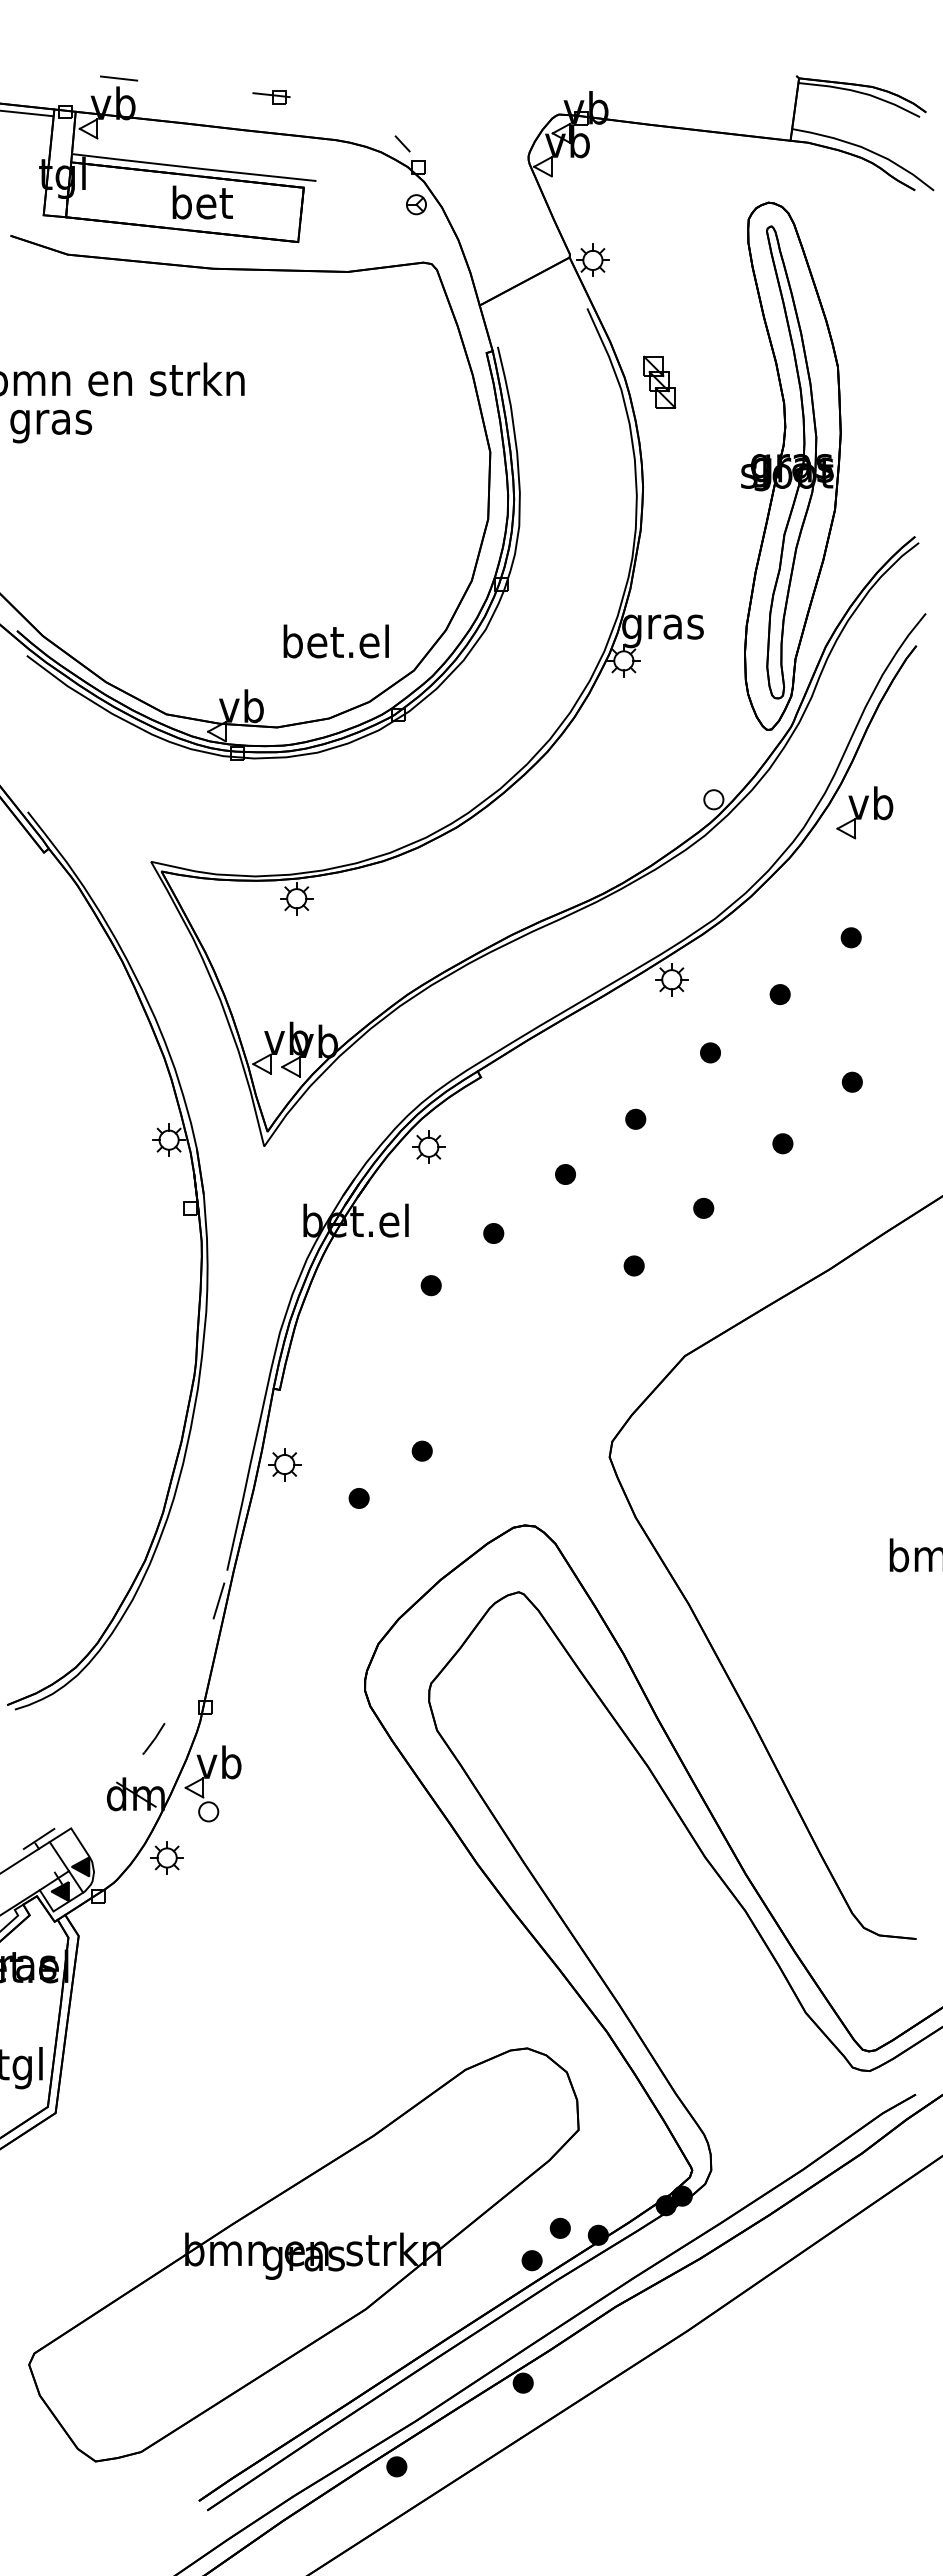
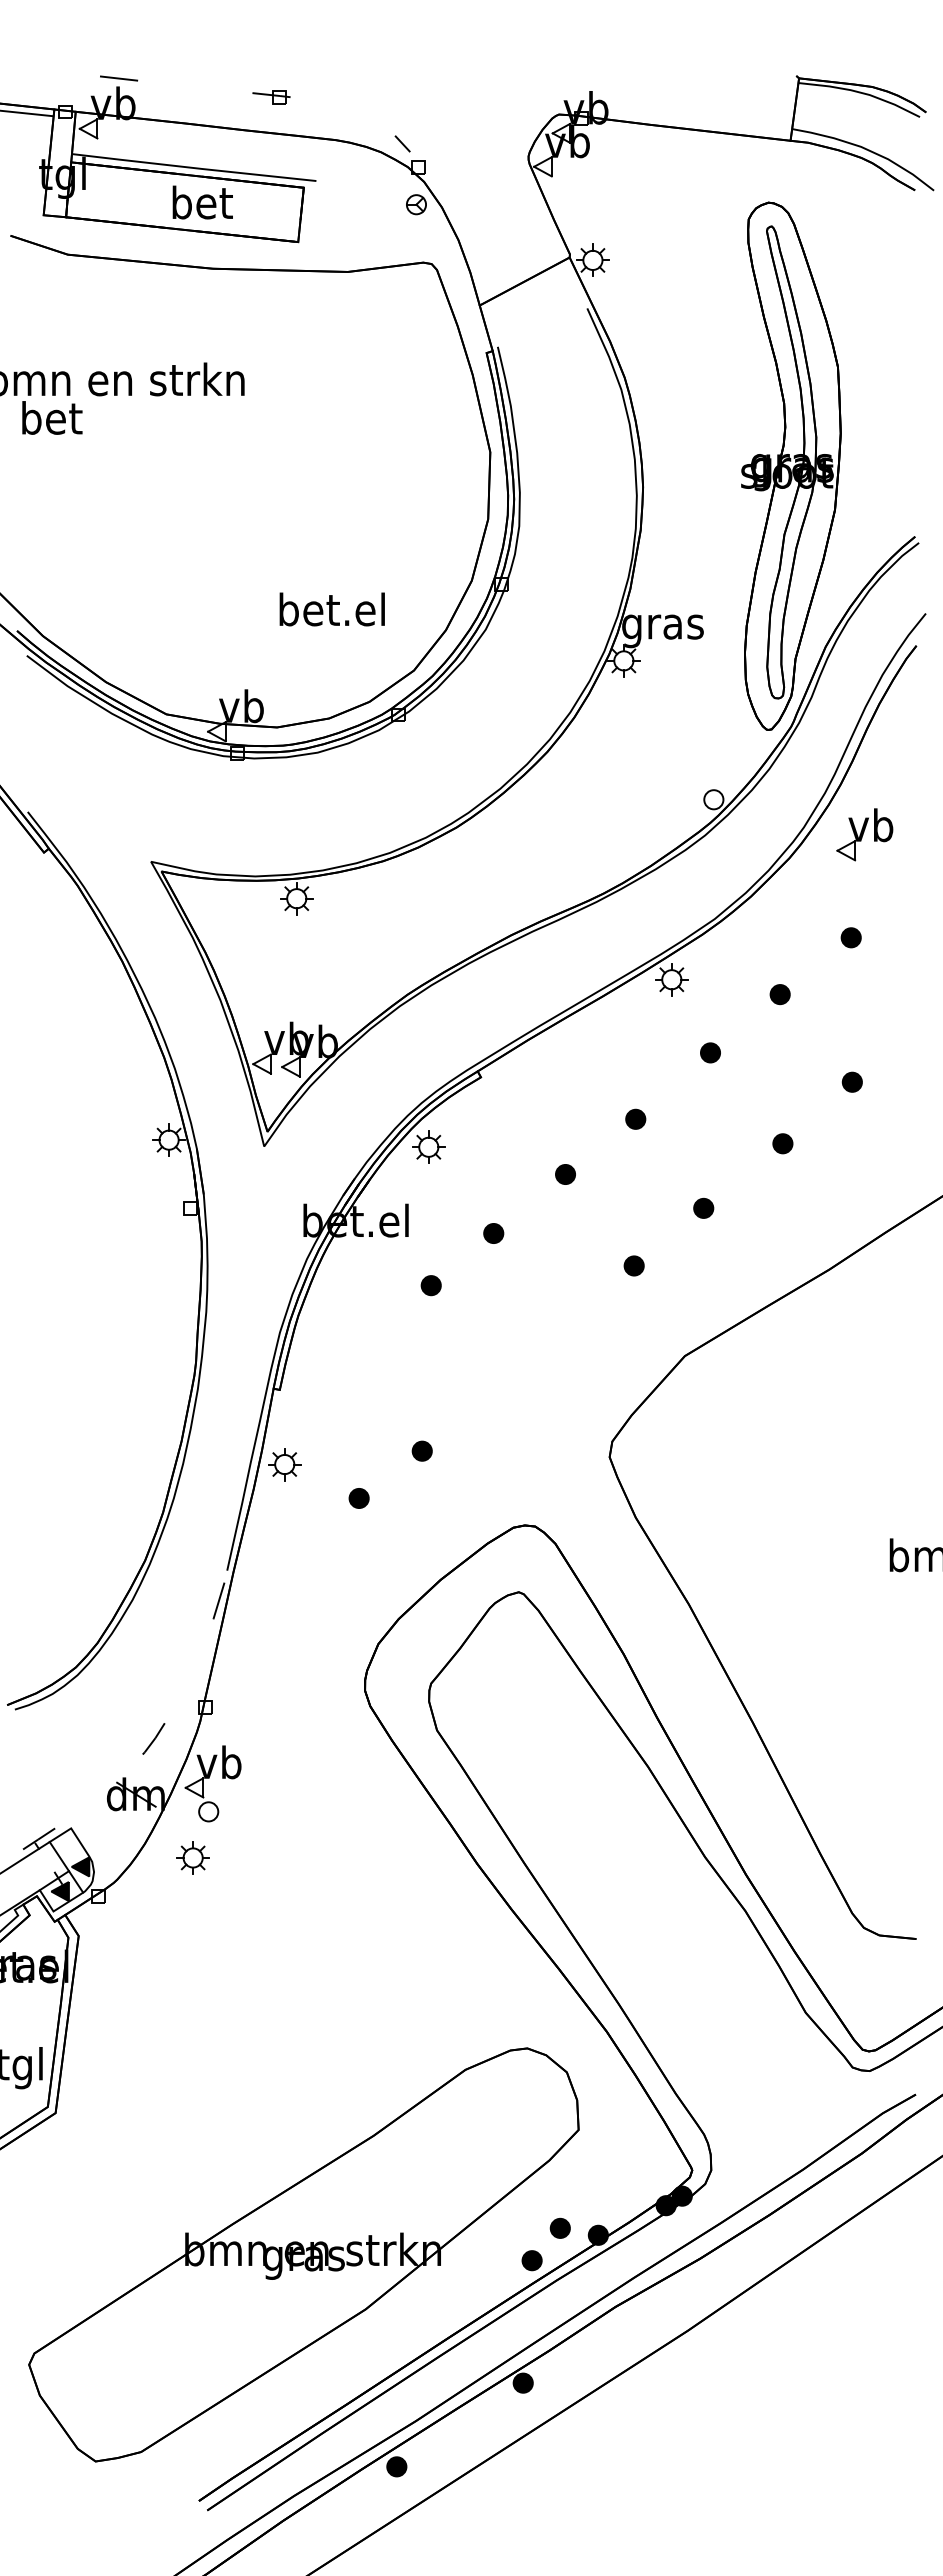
part at (659, 381): present -> none
text at (51, 422): gras -> bet
text at (335, 641) position: (335, 641) -> (331, 609)
part at (864, 812) position: (864, 812) -> (864, 834)
part at (166, 1857) position: (166, 1857) -> (192, 1857)
